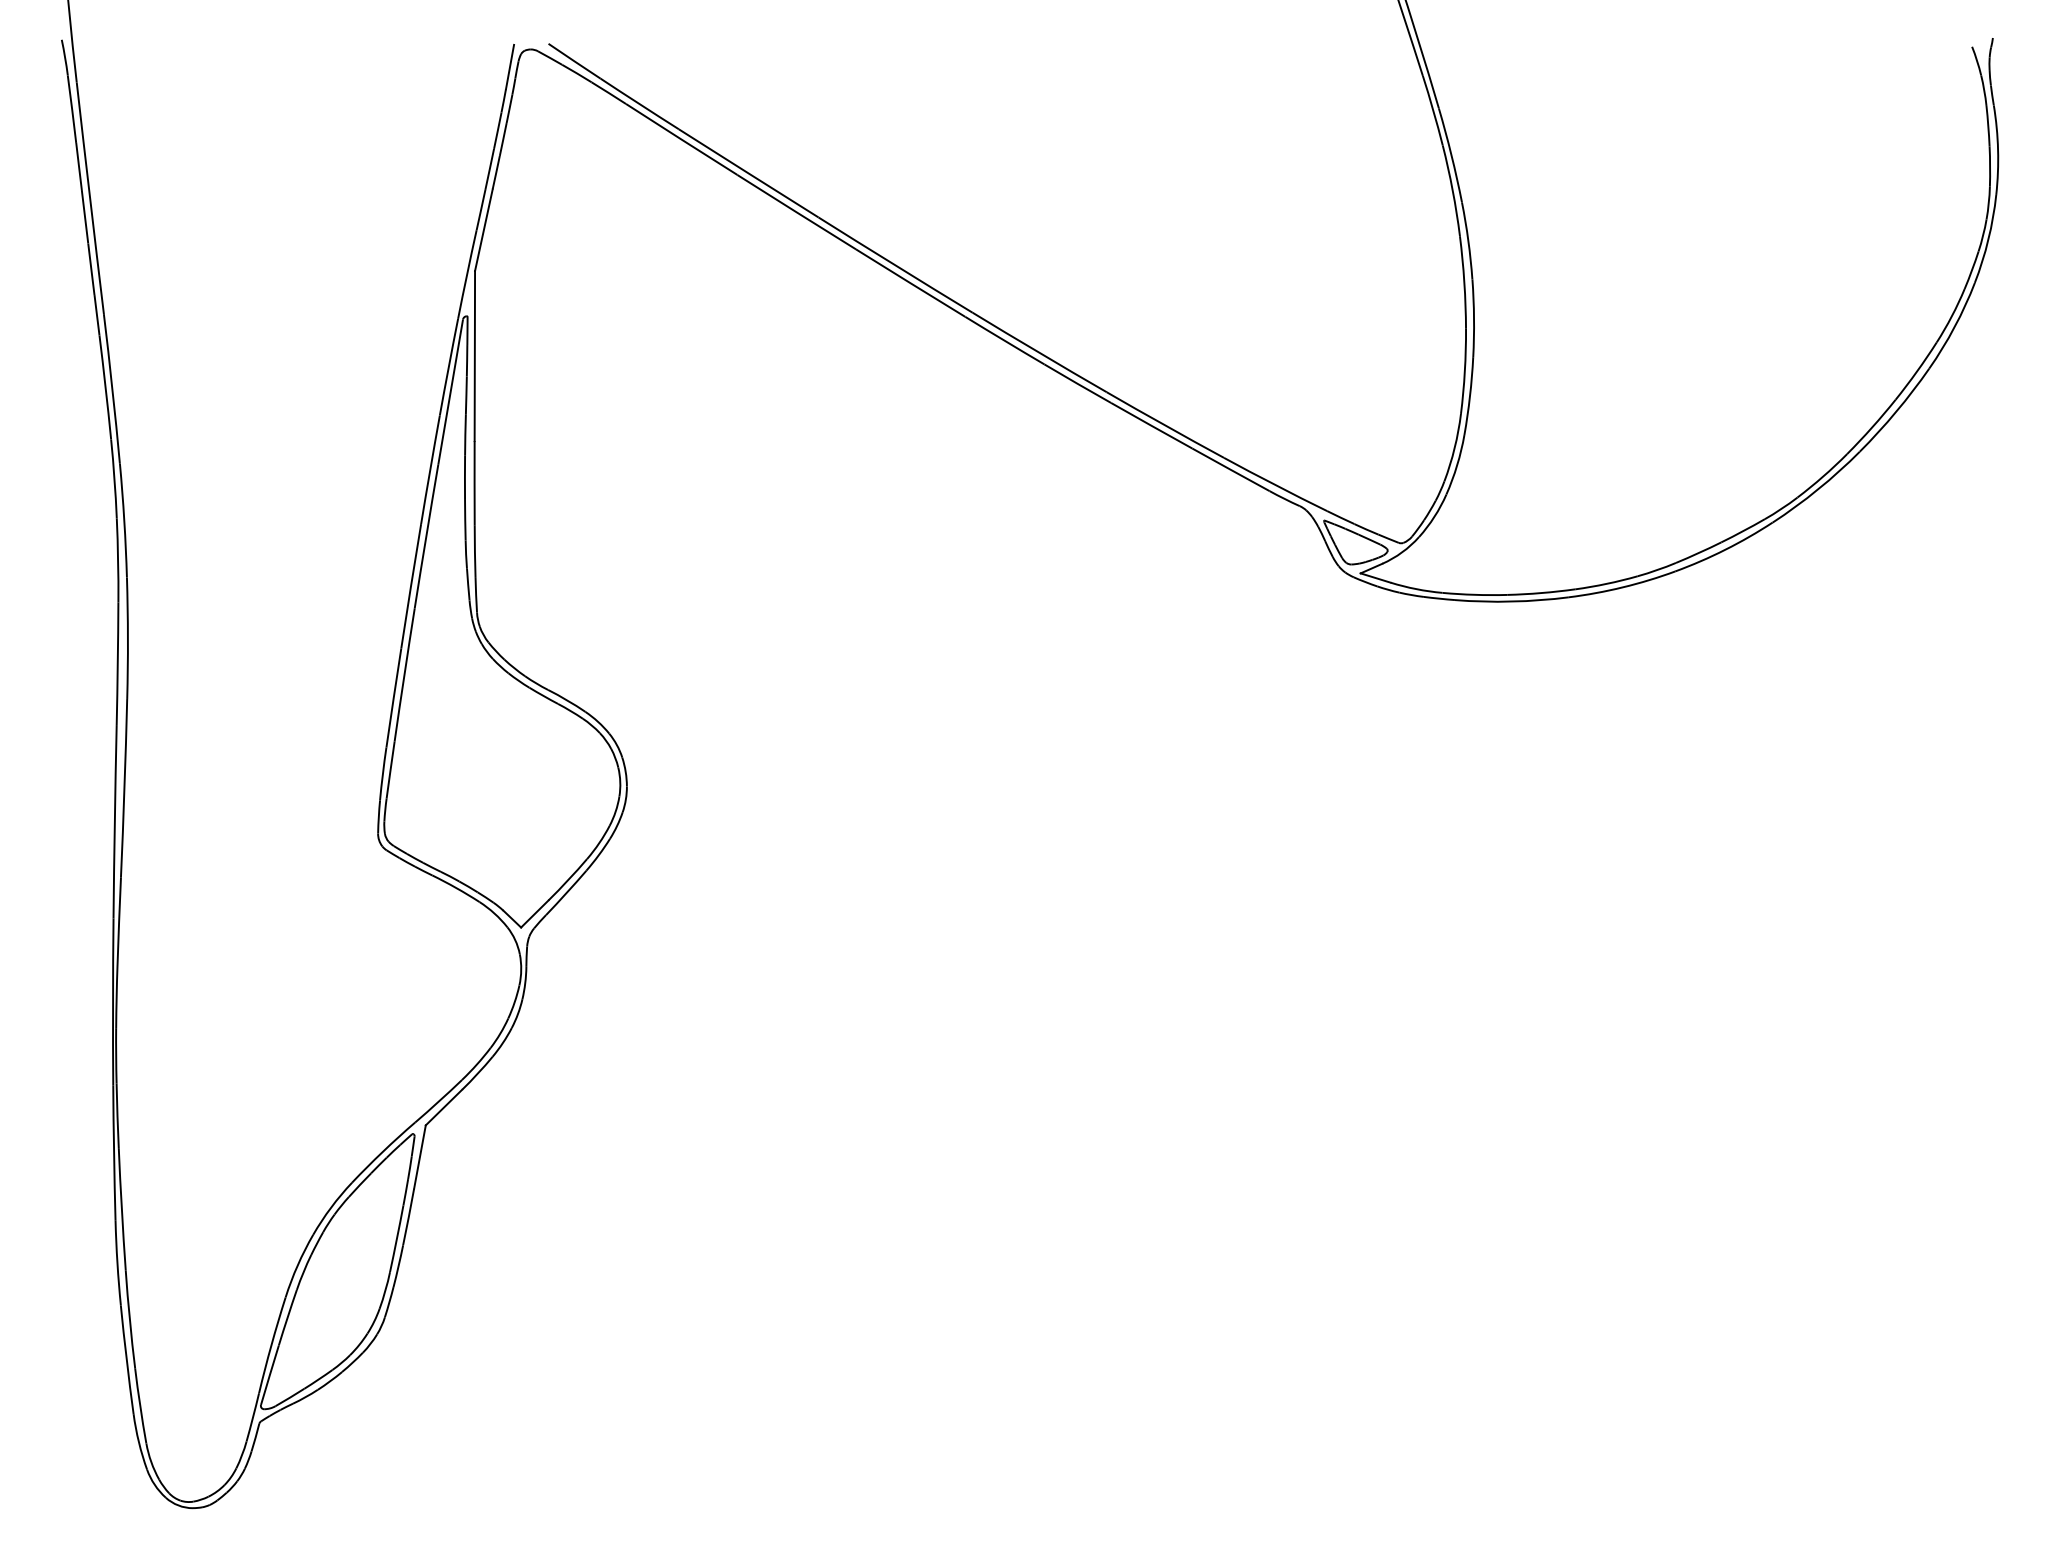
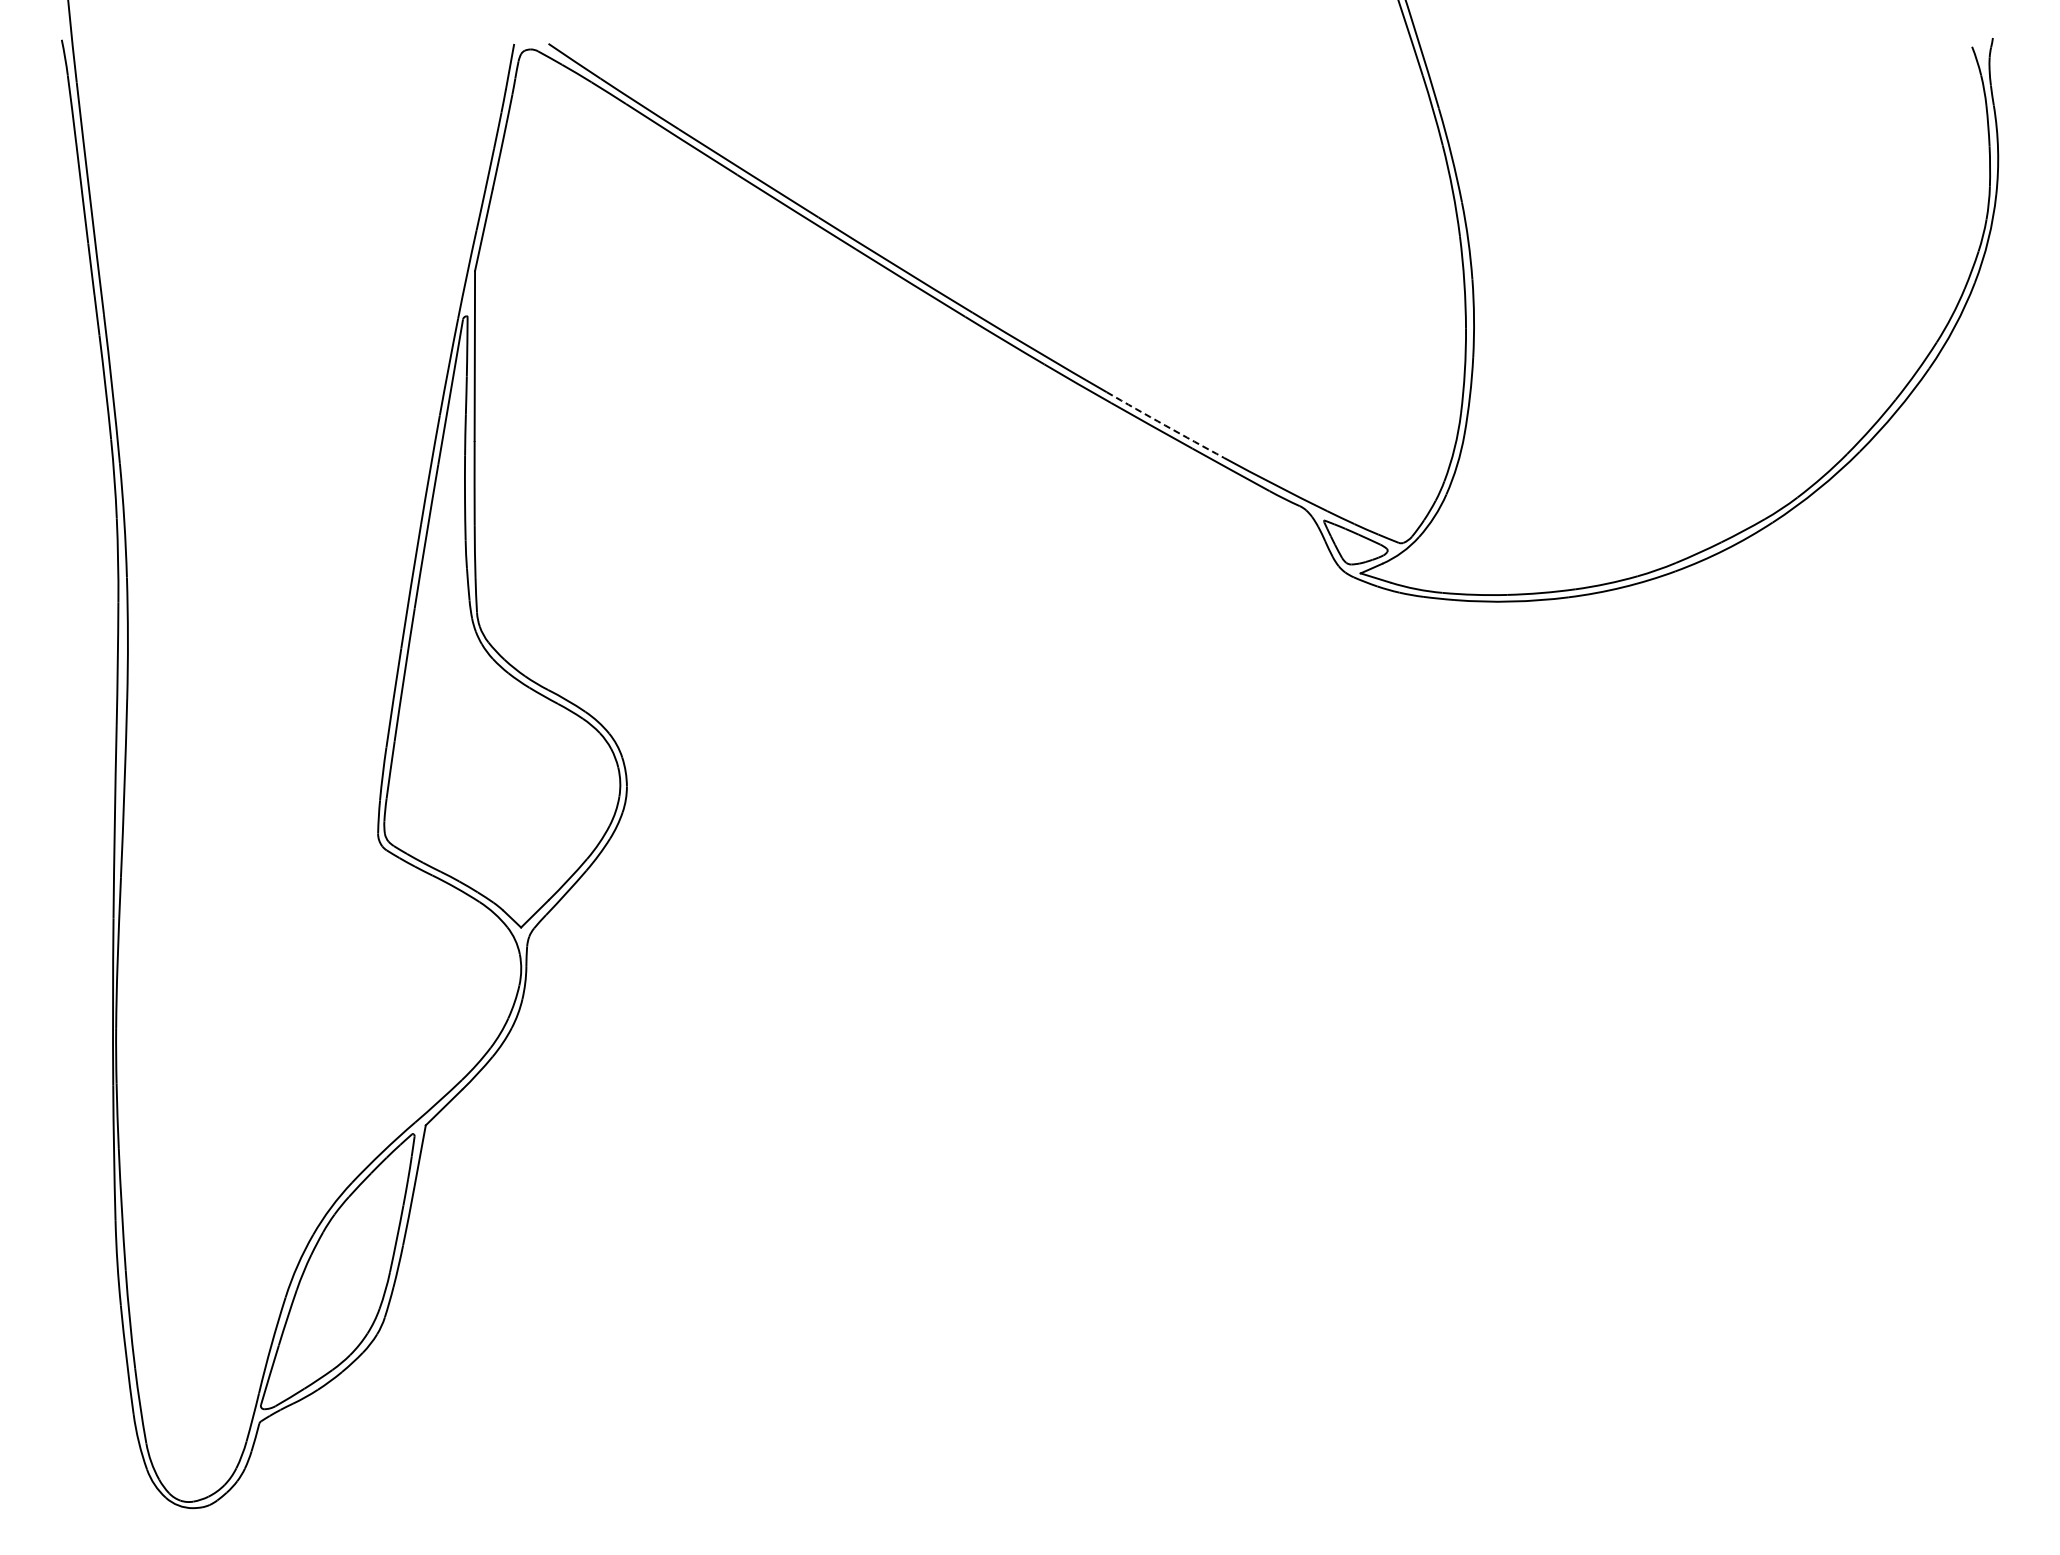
arc at (1165, 425): solid -> dashed
